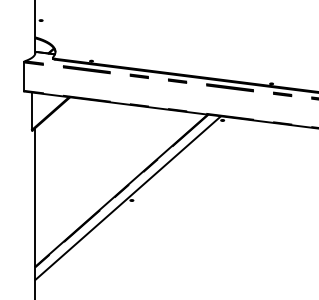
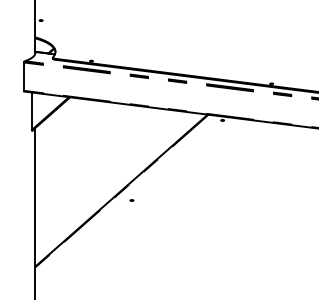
line at (127, 197): present -> none
